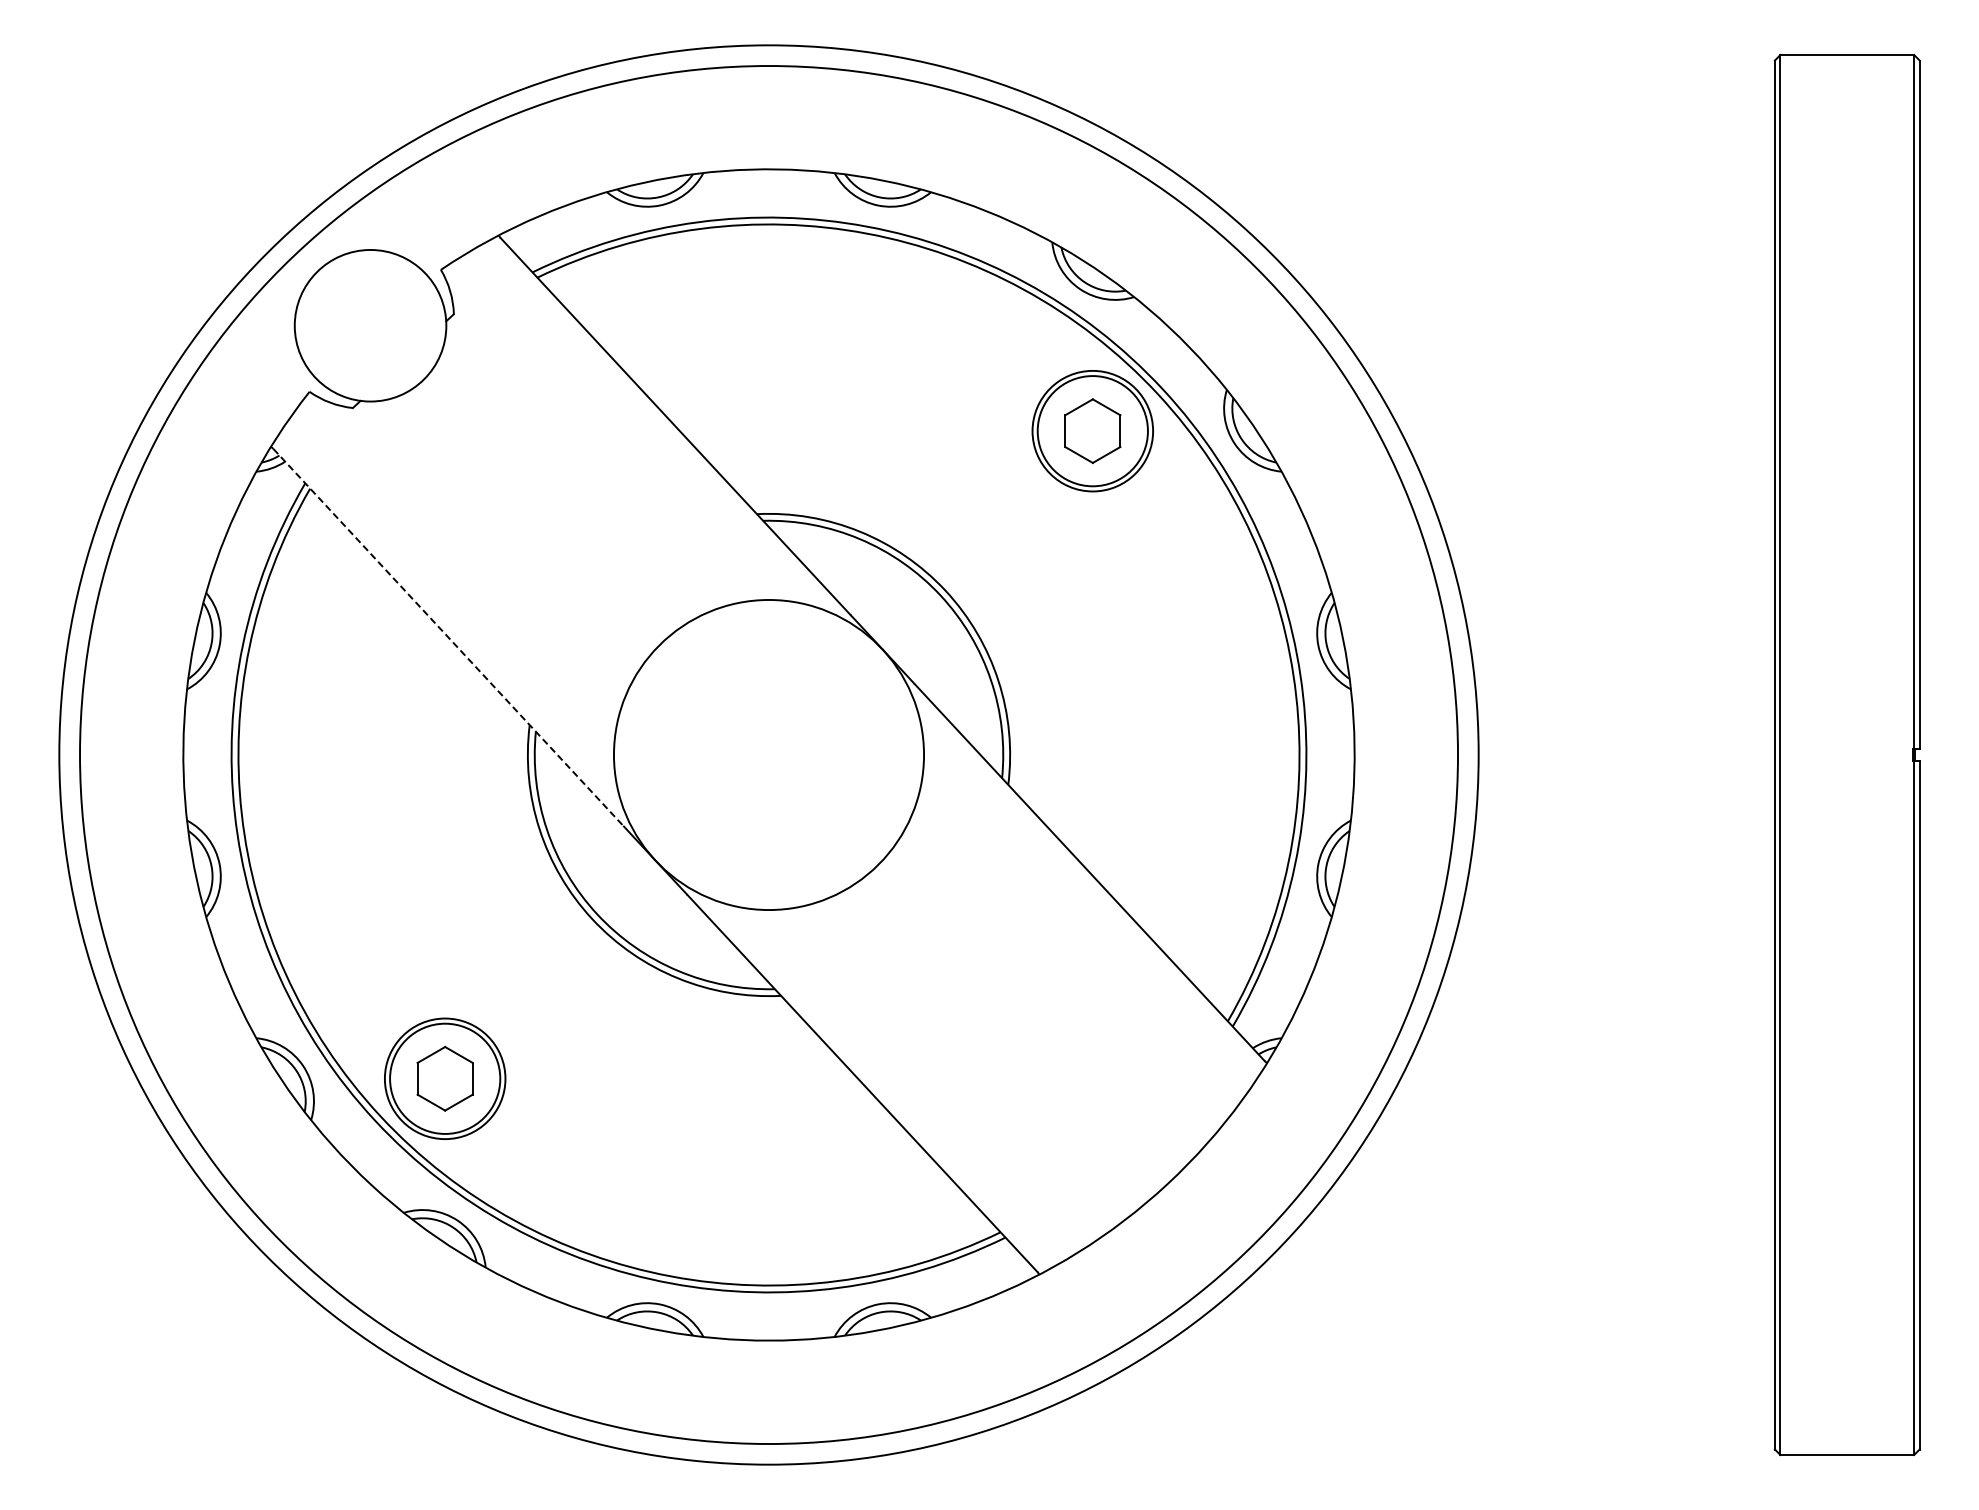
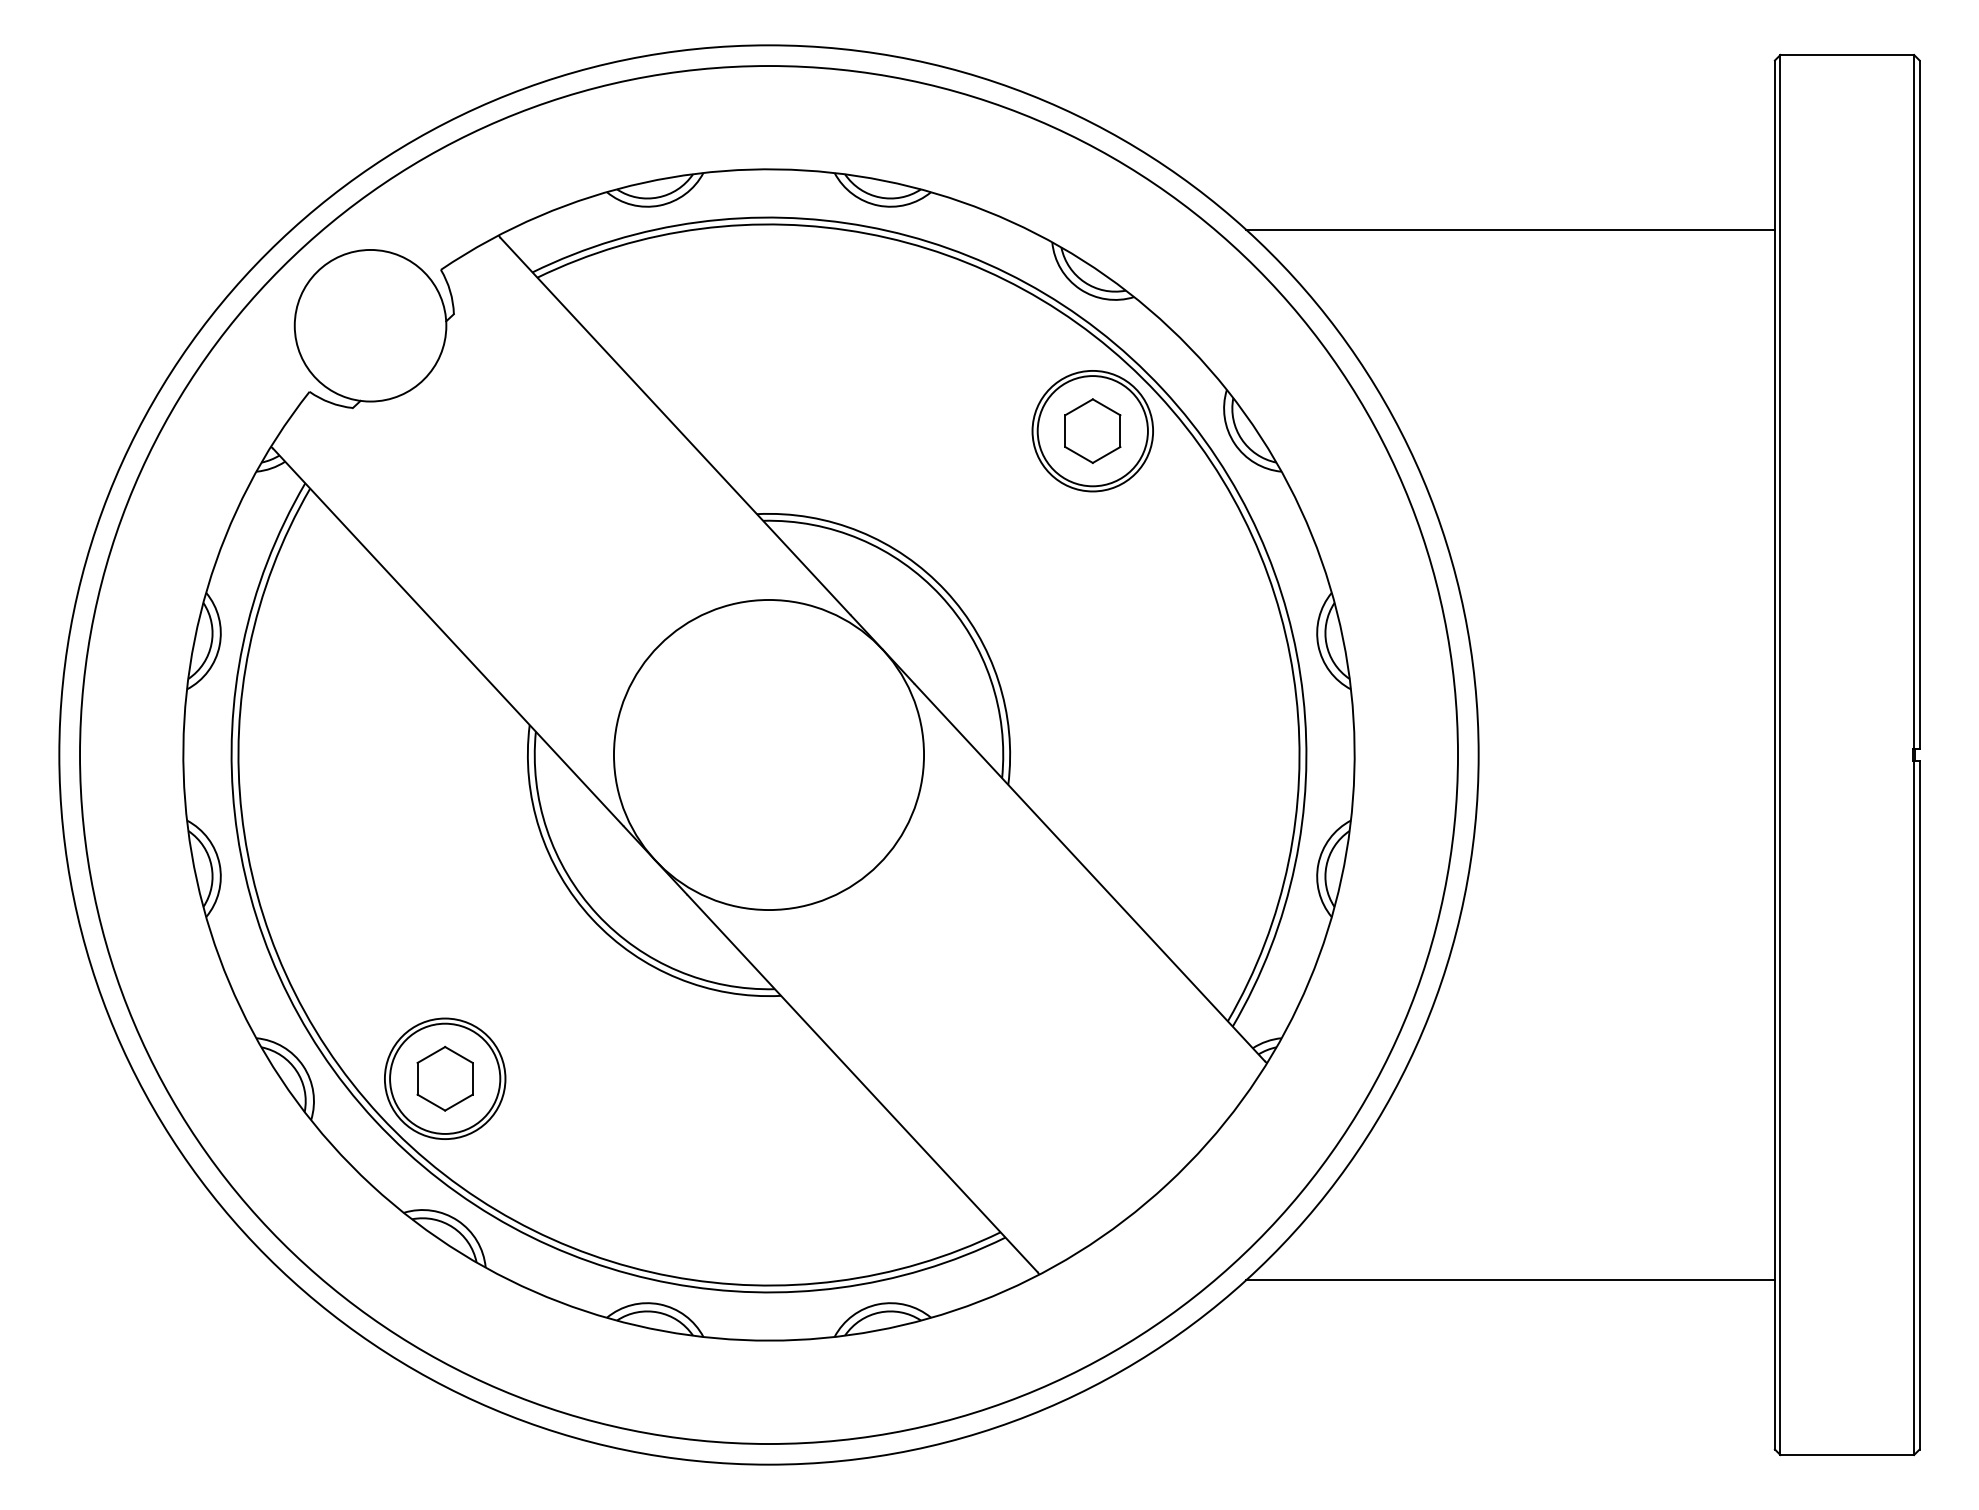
line at (1510, 230): none -> present
line at (448, 637): dashed -> solid
line at (1510, 1280): none -> present
